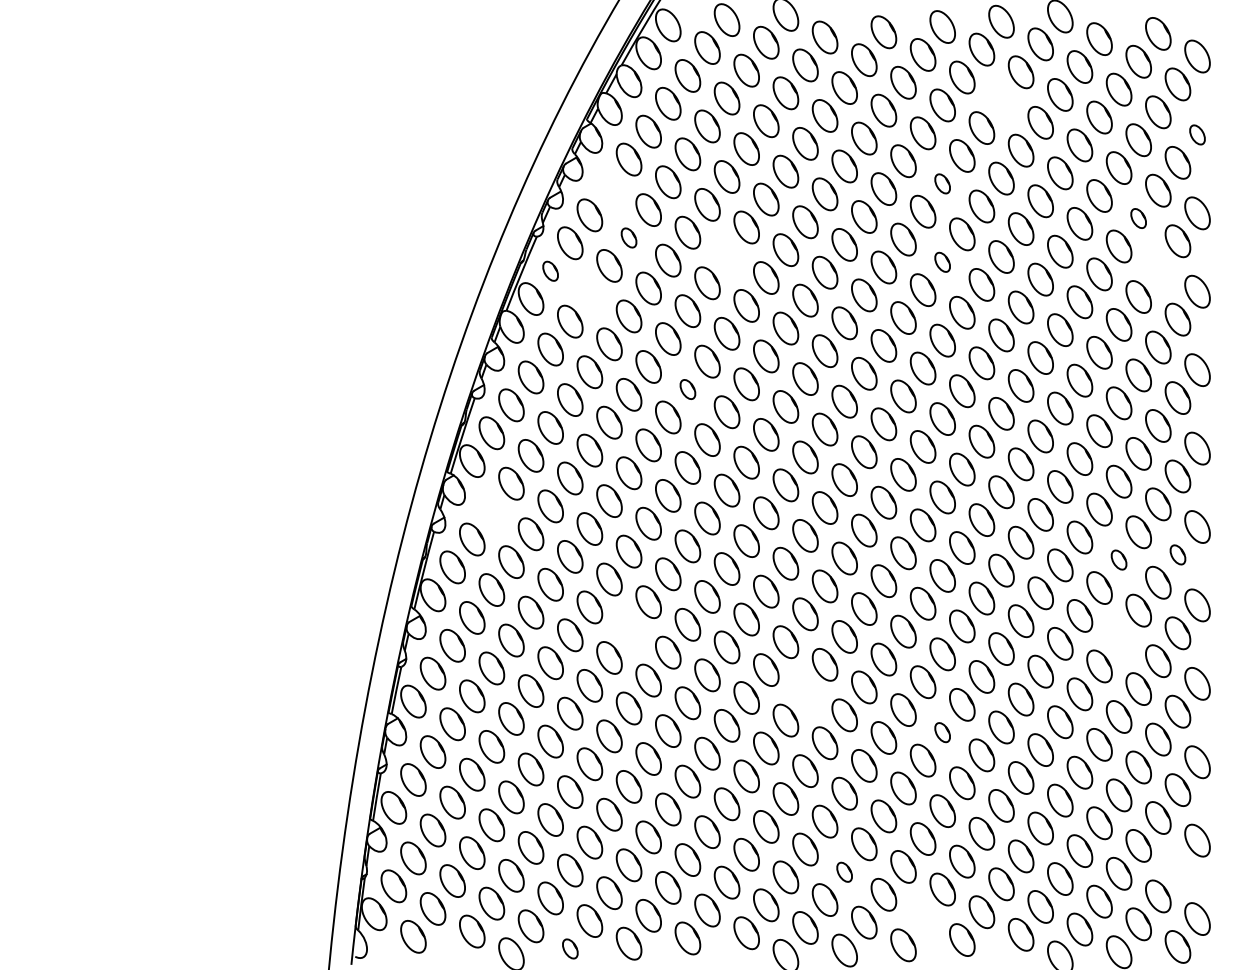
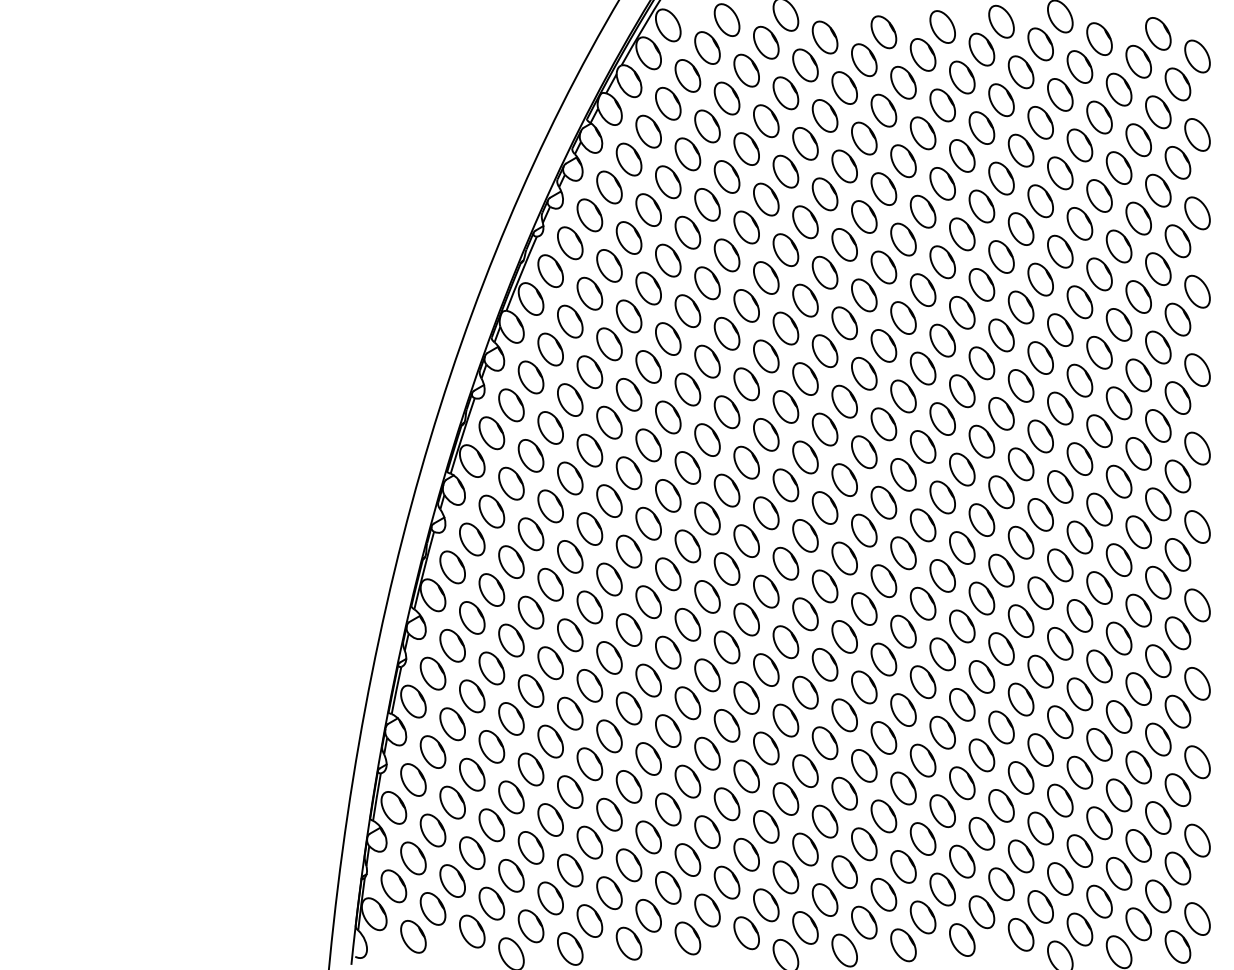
part at (1001, 100): none -> present
part at (1197, 134) size: 17x22 px -> 27x34 px
part at (942, 183) size: 17x22 px -> 27x34 px
part at (609, 187): none -> present
part at (1138, 218) size: 17x21 px -> 27x35 px
part at (628, 237) size: 18x22 px -> 28x34 px
part at (726, 255): none -> present
part at (942, 261) size: 17x22 px -> 27x35 px
part at (1158, 268): none -> present
part at (550, 270) size: 17x22 px -> 27x35 px
part at (589, 293): none -> present
part at (687, 389) size: 18x21 px -> 28x35 px
part at (491, 511): none -> present
part at (1177, 554) size: 18x22 px -> 28x34 px
part at (1118, 559) size: 18x22 px -> 28x34 px
part at (628, 629): none -> present
part at (1118, 638): none -> present
part at (805, 692): none -> present
part at (942, 732) size: 17x22 px -> 27x35 px
part at (1177, 868): none -> present
part at (844, 871) size: 17x22 px -> 27x35 px
part at (922, 917): none -> present
part at (570, 948) size: 17x22 px -> 27x34 px
